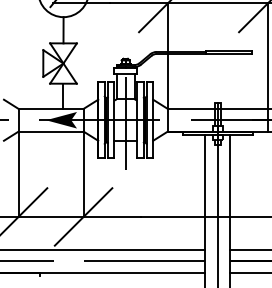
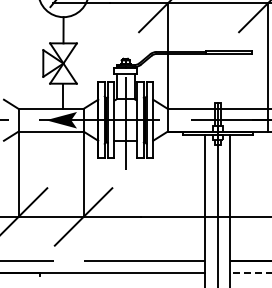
line at (103, 250): present -> none
line at (249, 250): present -> none
line at (250, 272): solid -> dashed
